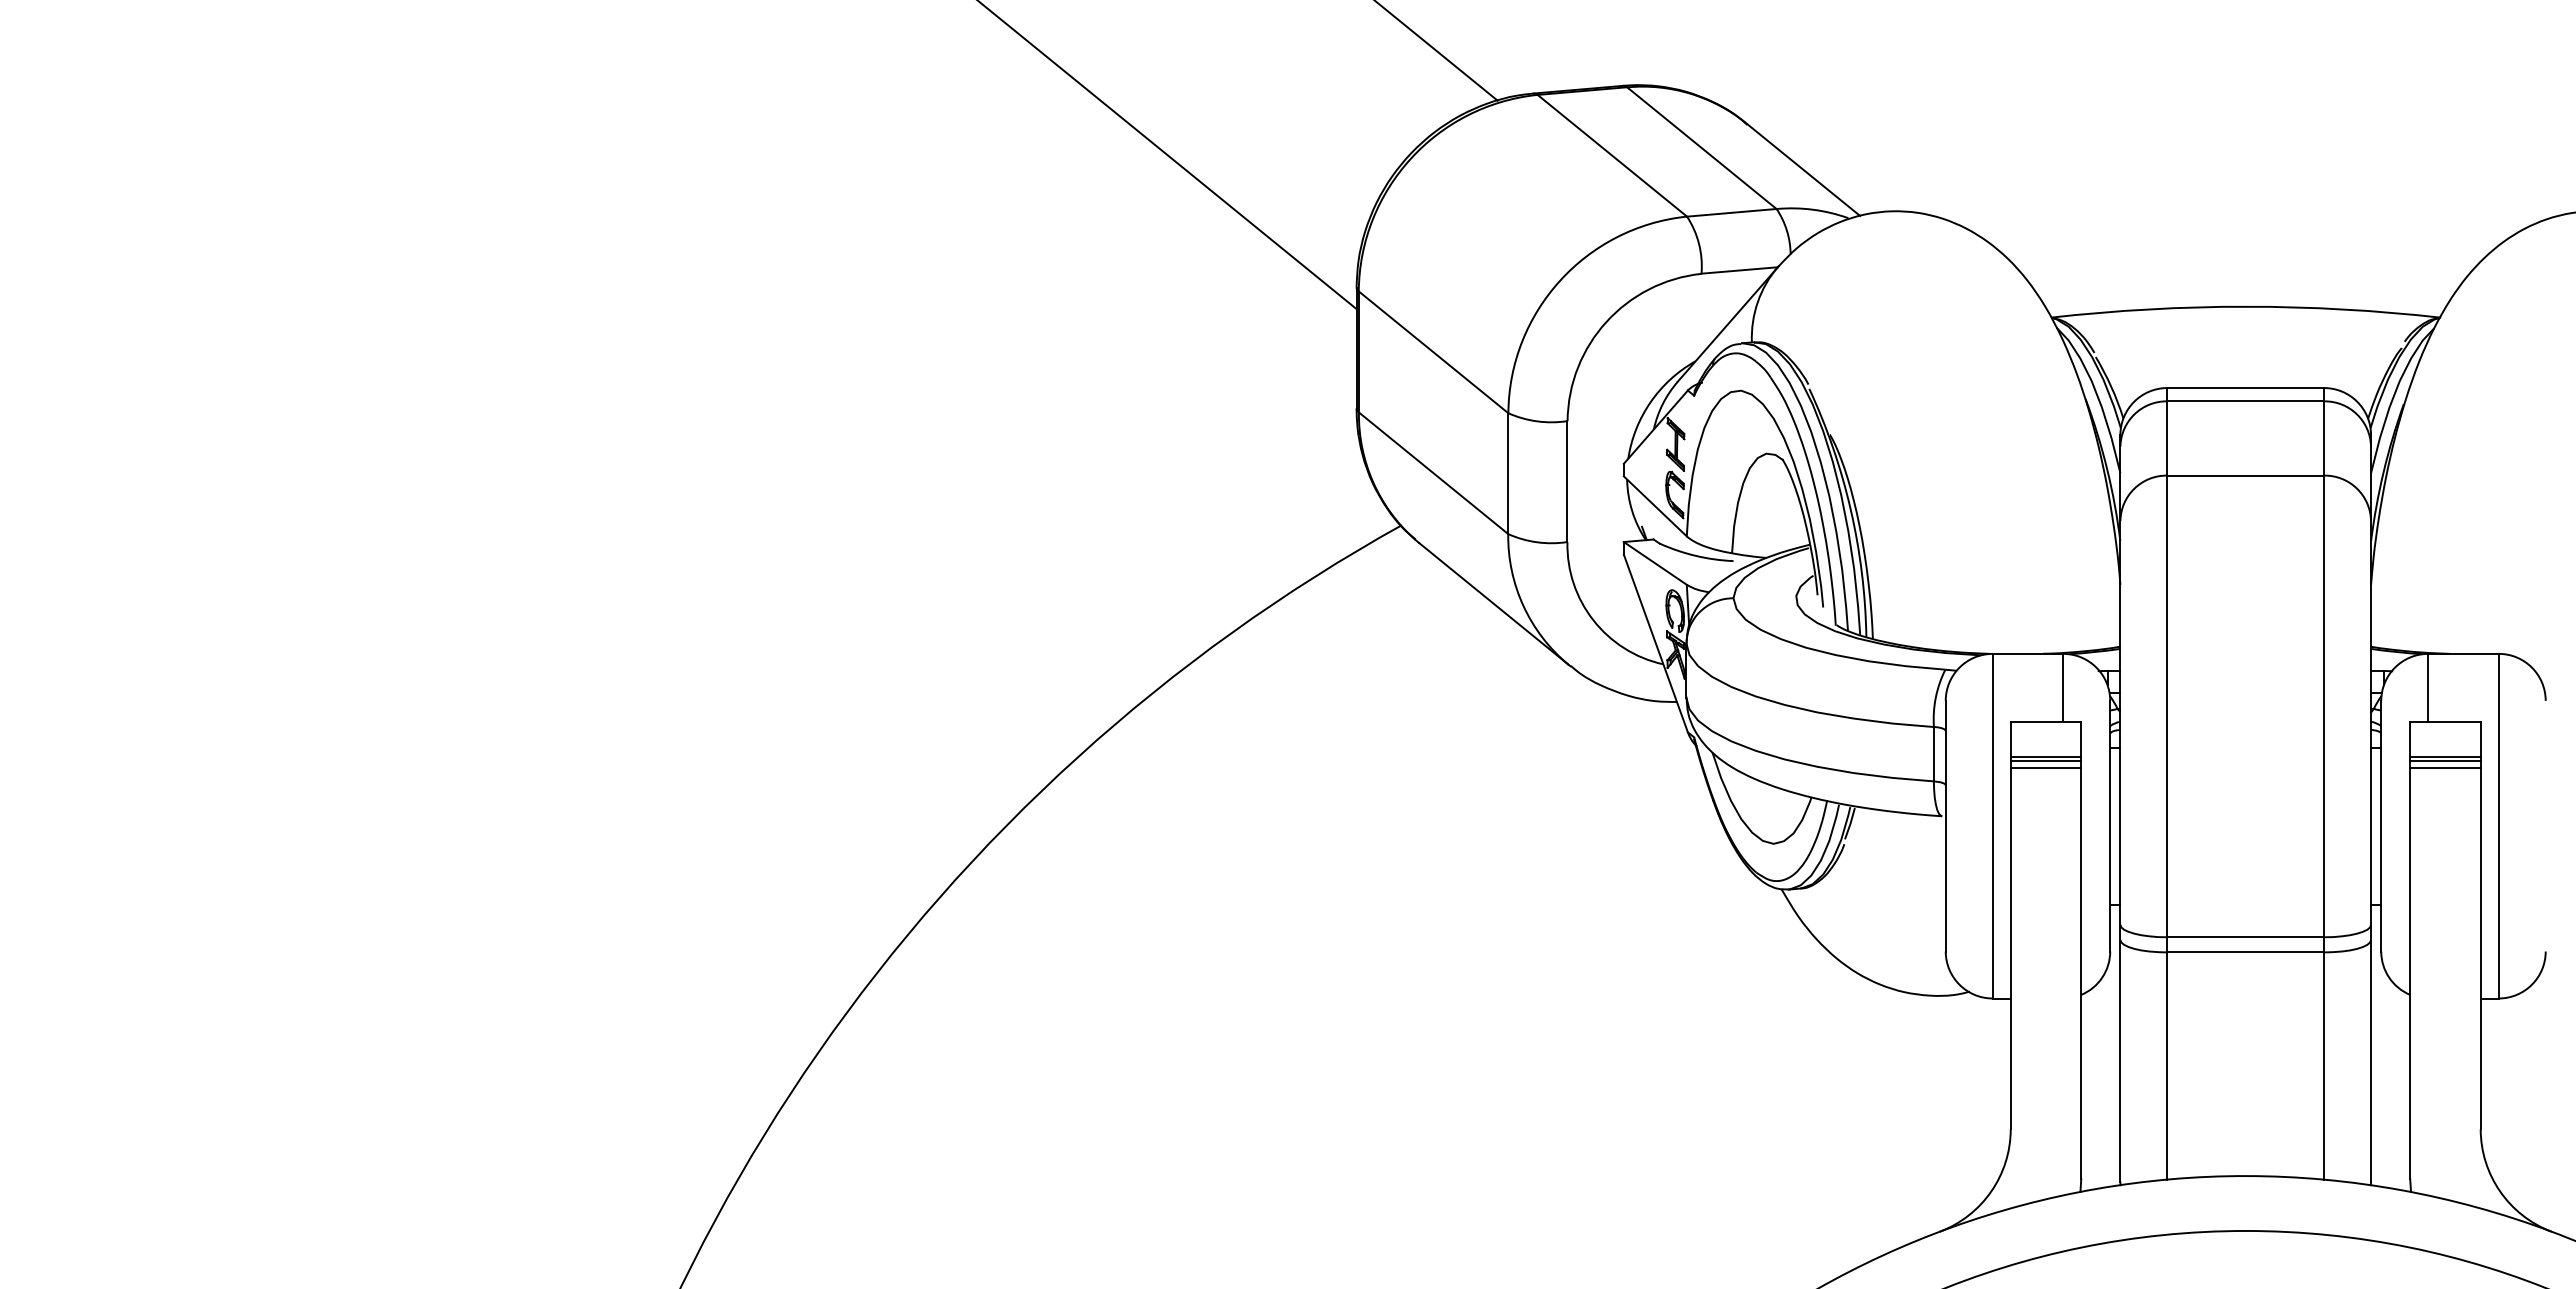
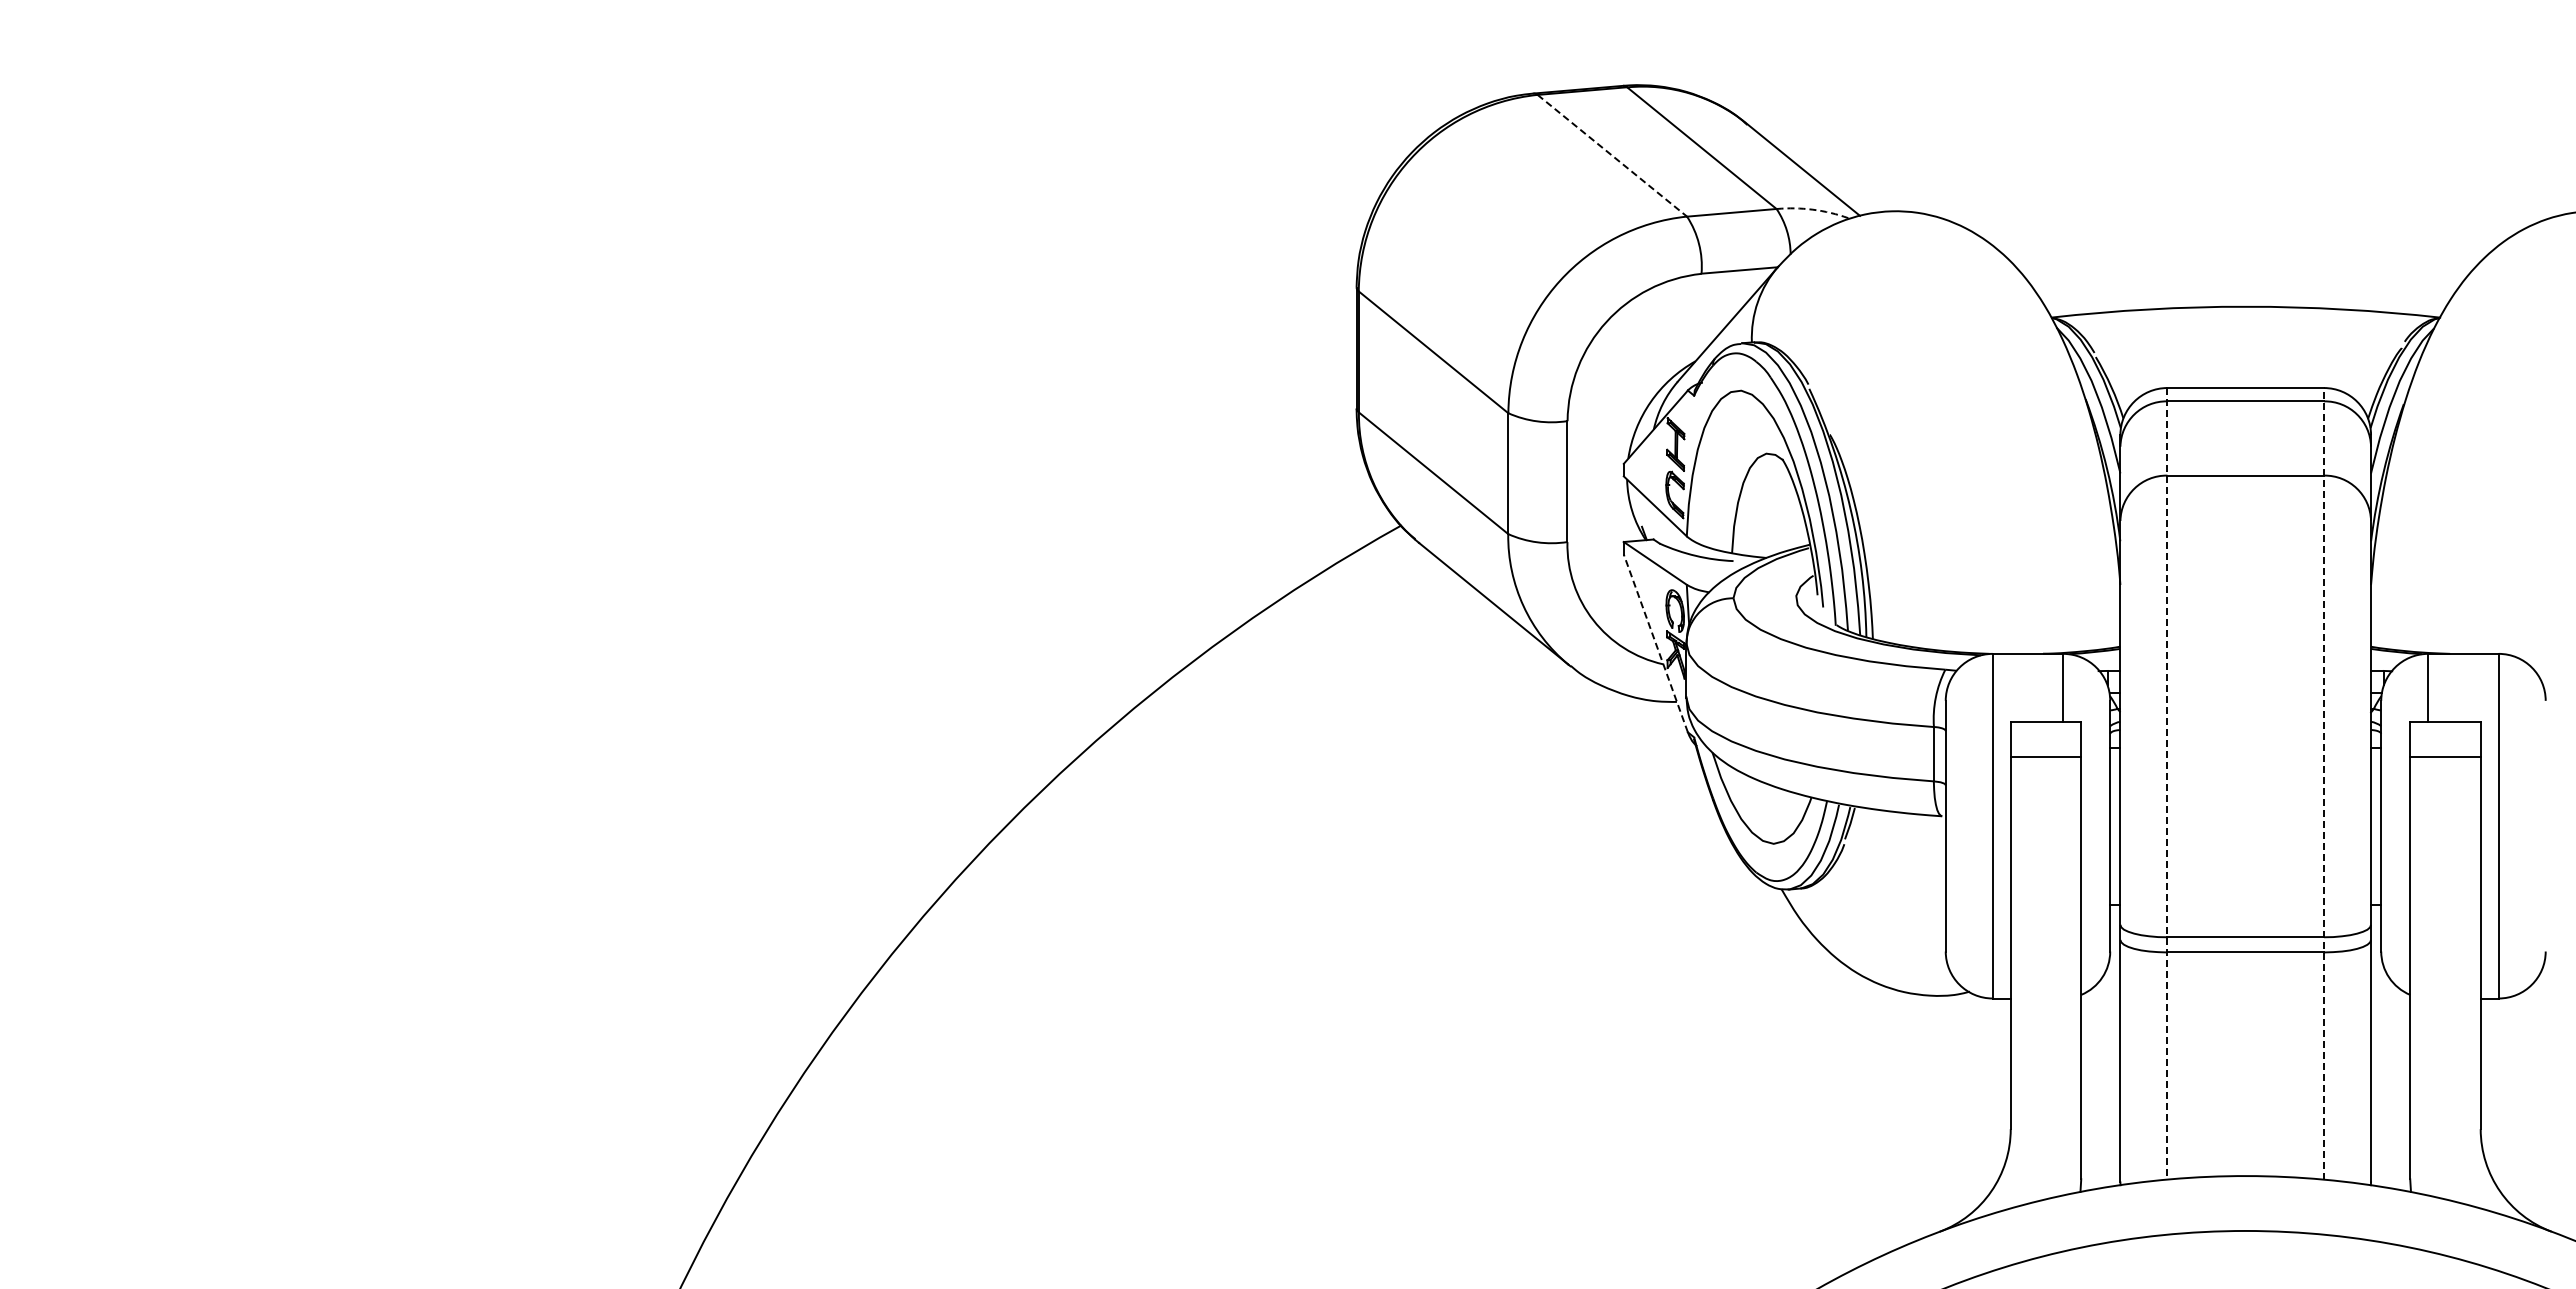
line at (1436, 51): present -> none
line at (1167, 155): present -> none
line at (1612, 156): solid -> dashed
arc at (1812, 209): solid -> dashed
line at (1655, 642): solid -> dashed
line at (2045, 760): present -> none
line at (2445, 760): present -> none
line at (2045, 768): present -> none
line at (2445, 768): present -> none
line at (2167, 783): solid -> dashed
line at (2324, 783): solid -> dashed
